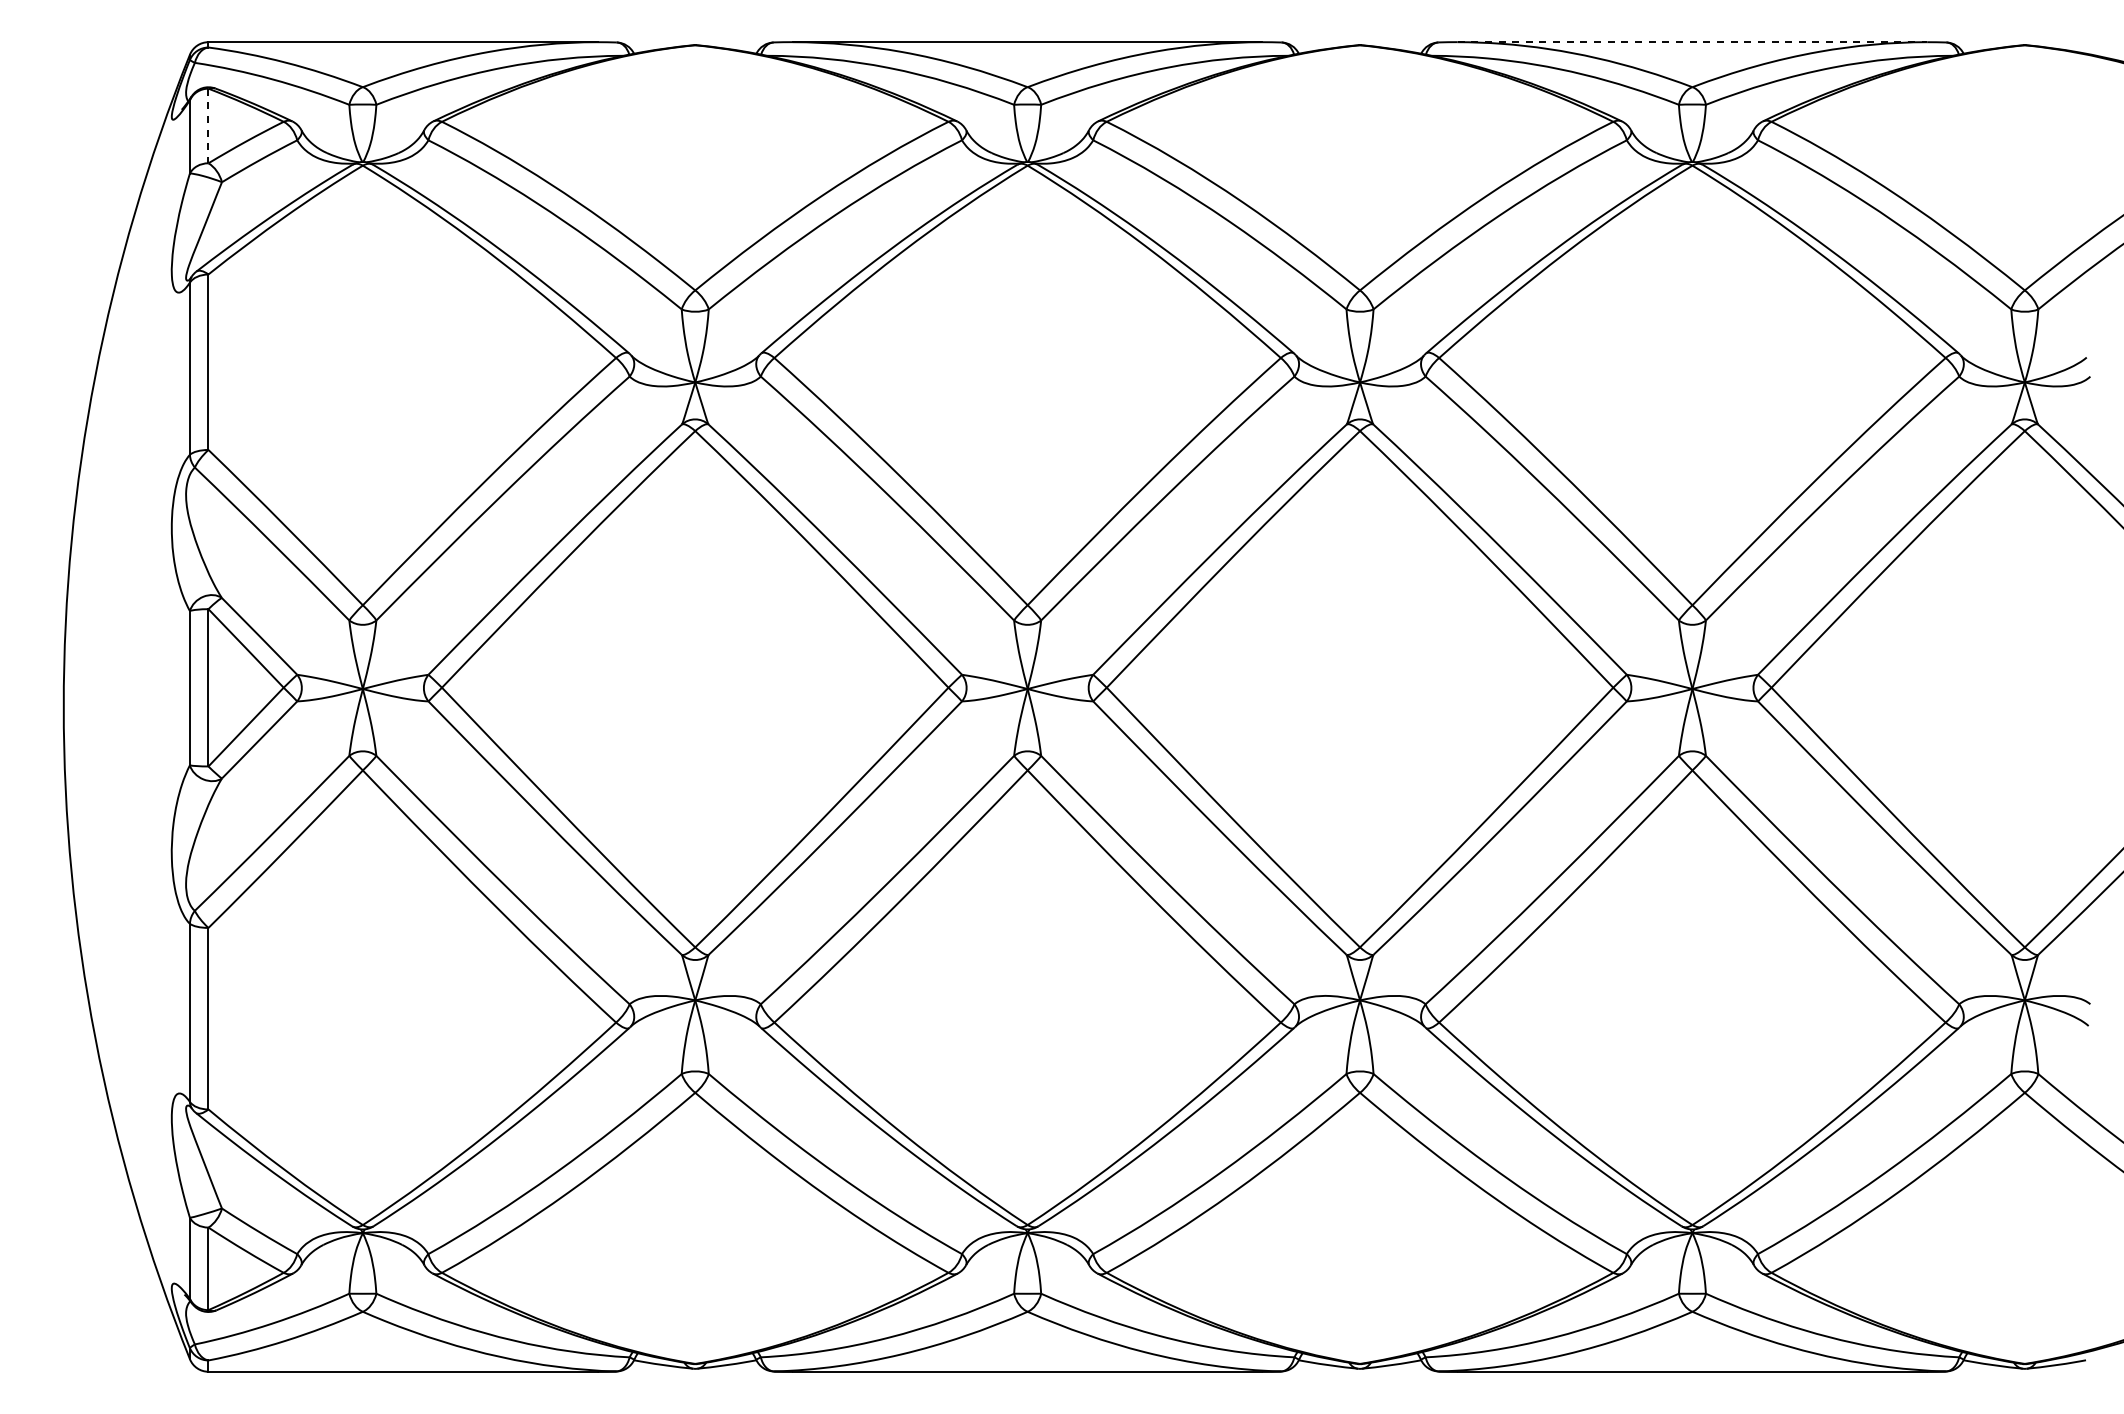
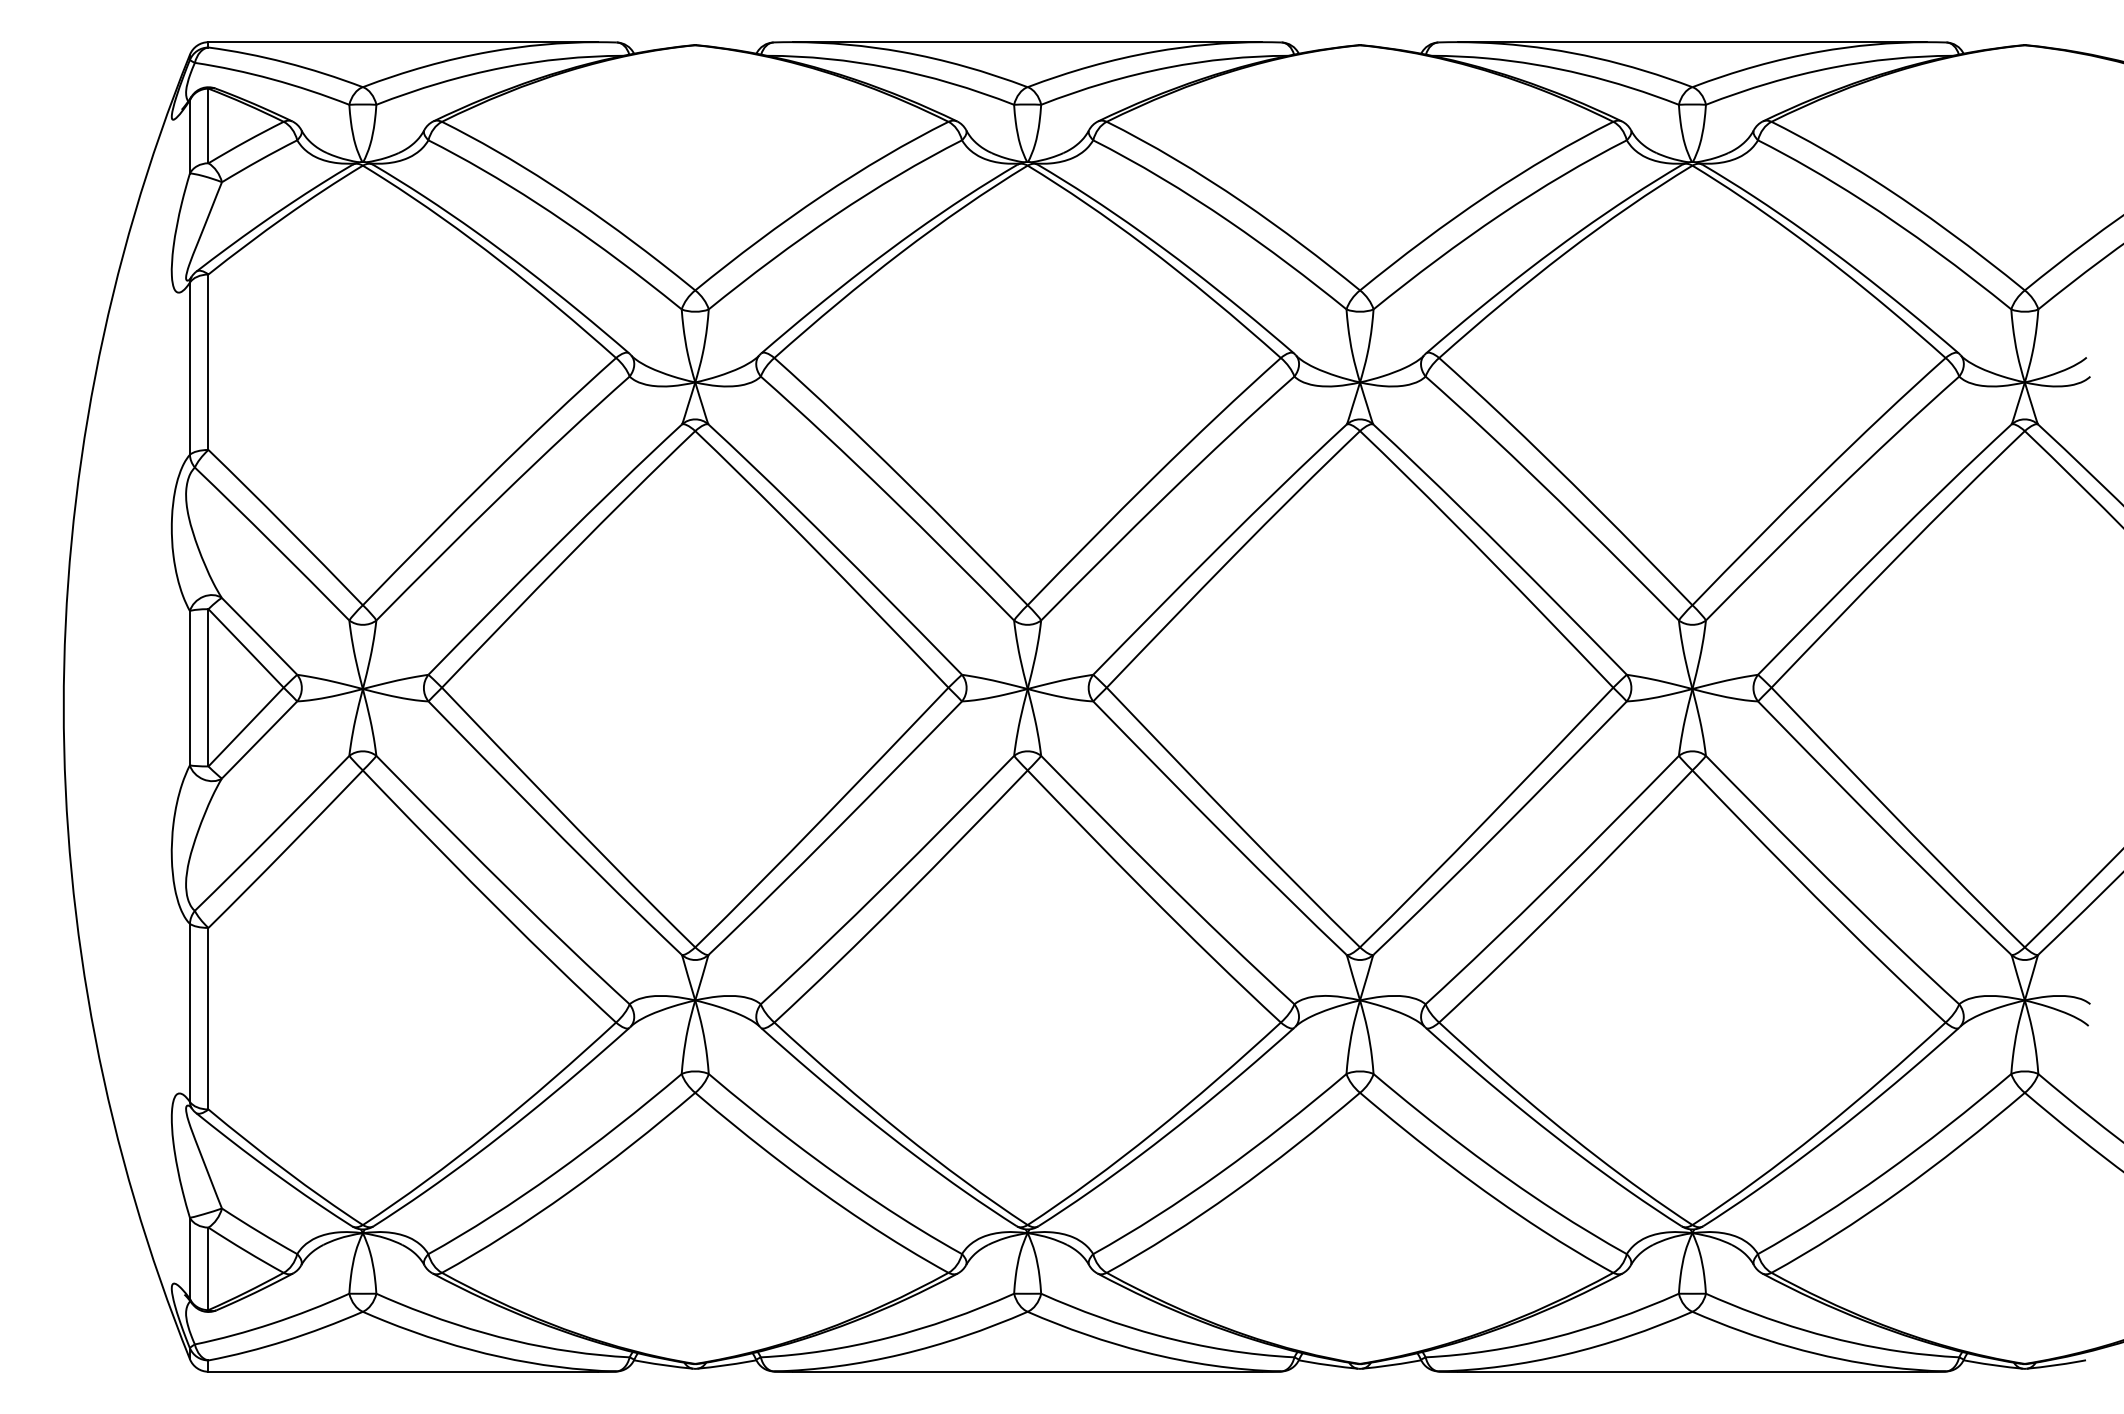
line at (1692, 42): dashed -> solid
line at (208, 126): dashed -> solid
